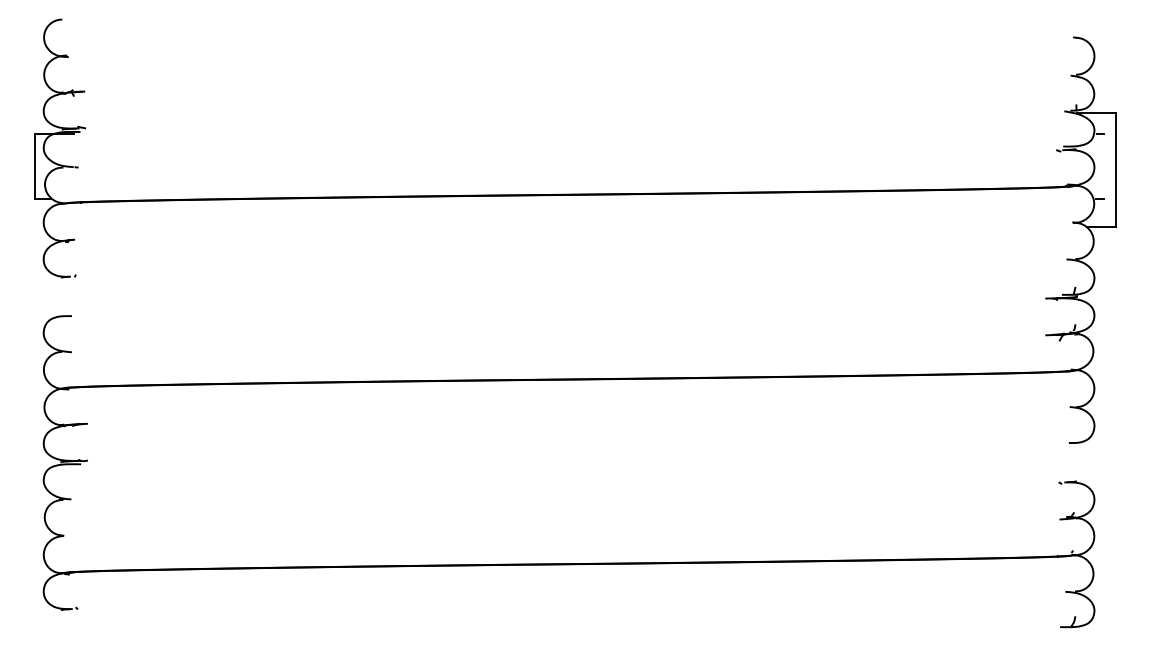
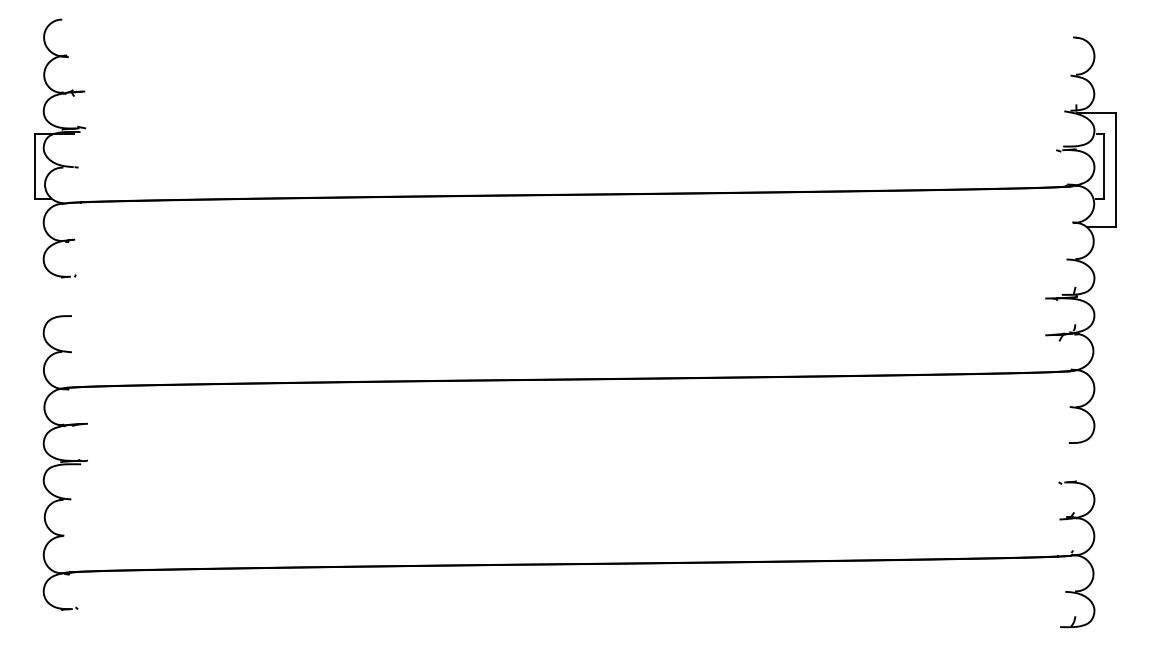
line at (1103, 166): none -> present
